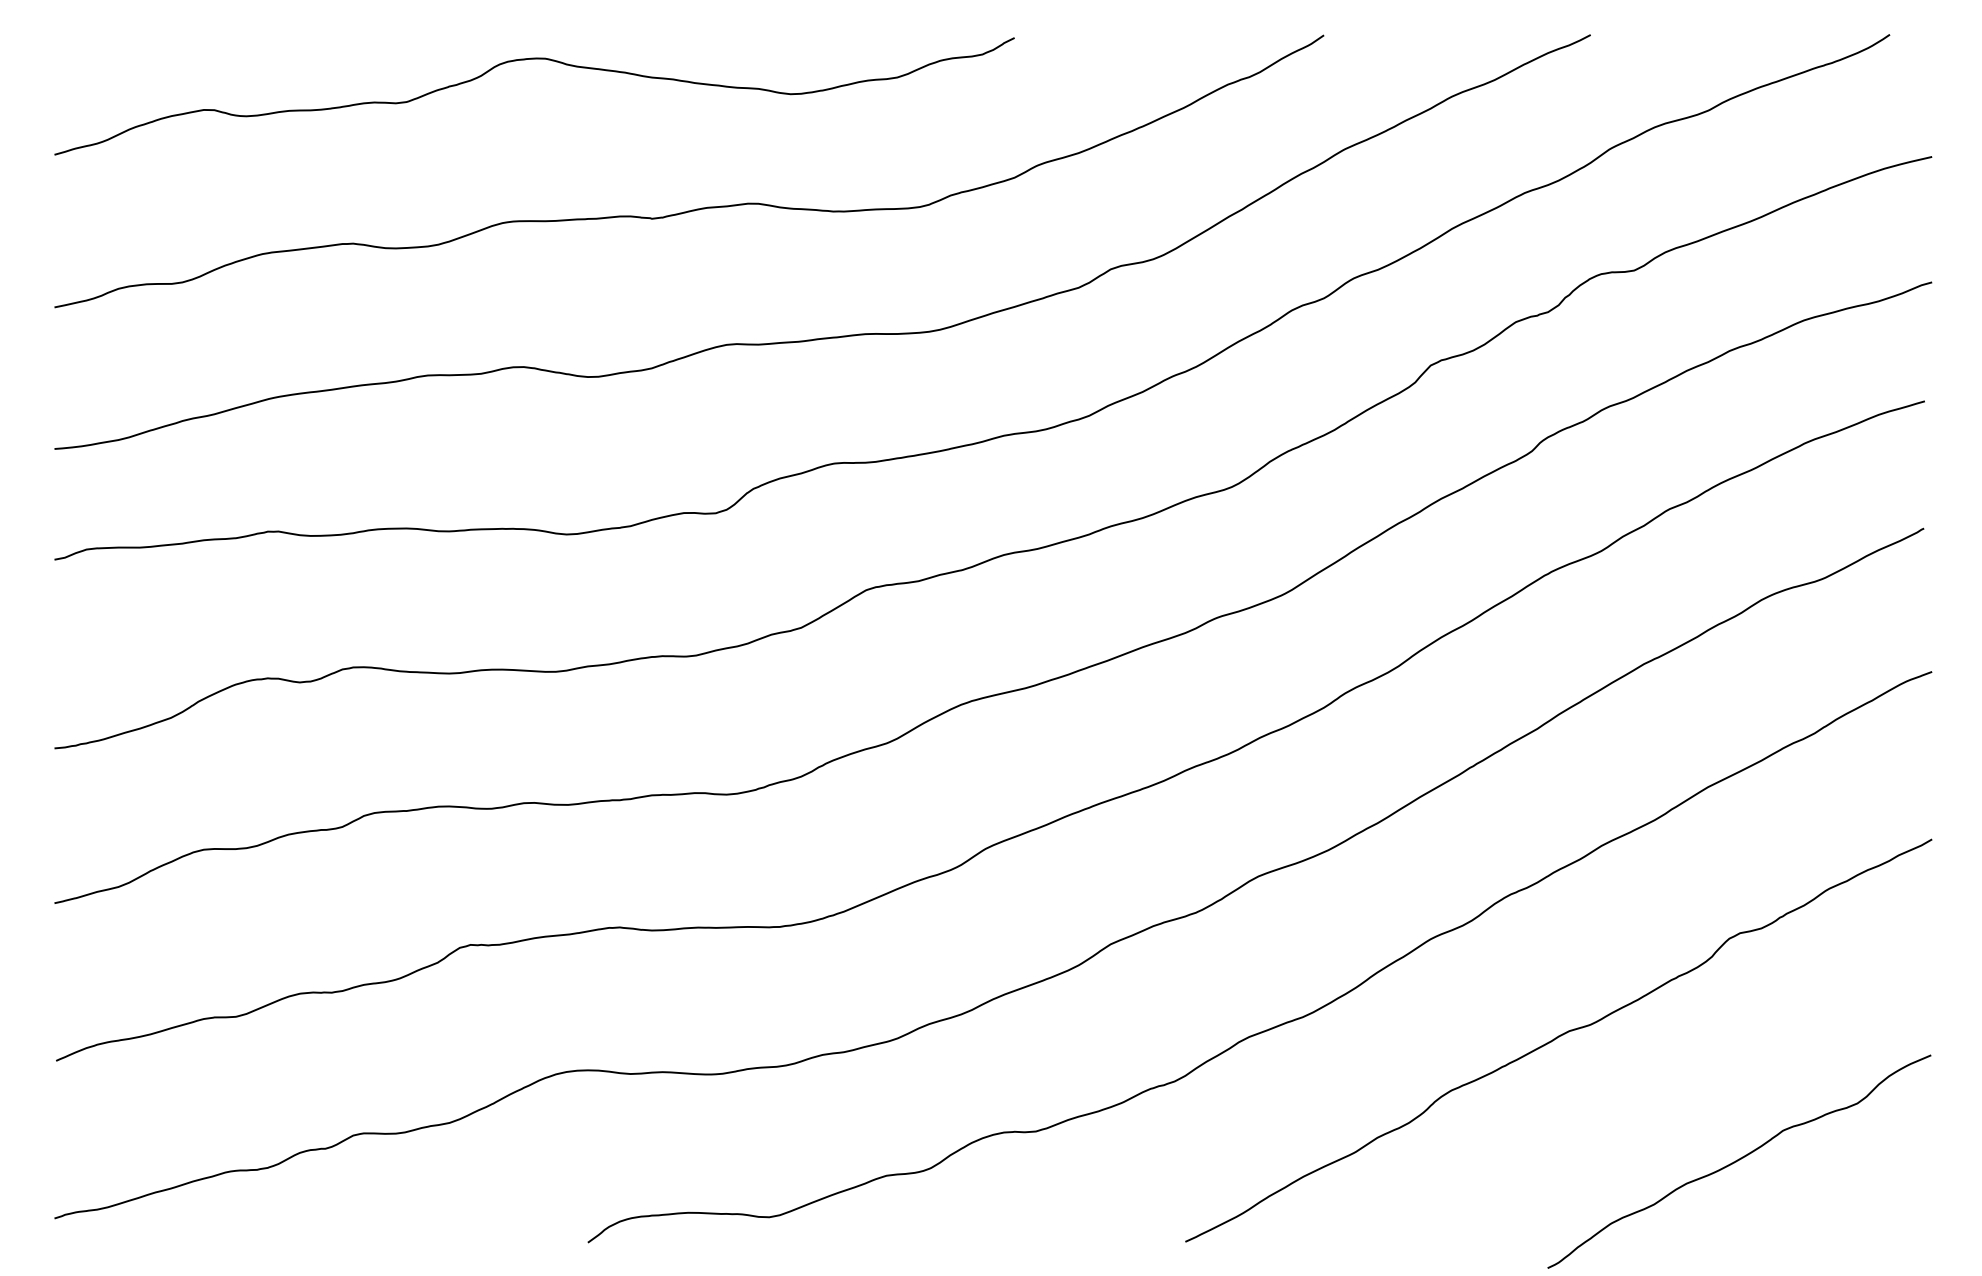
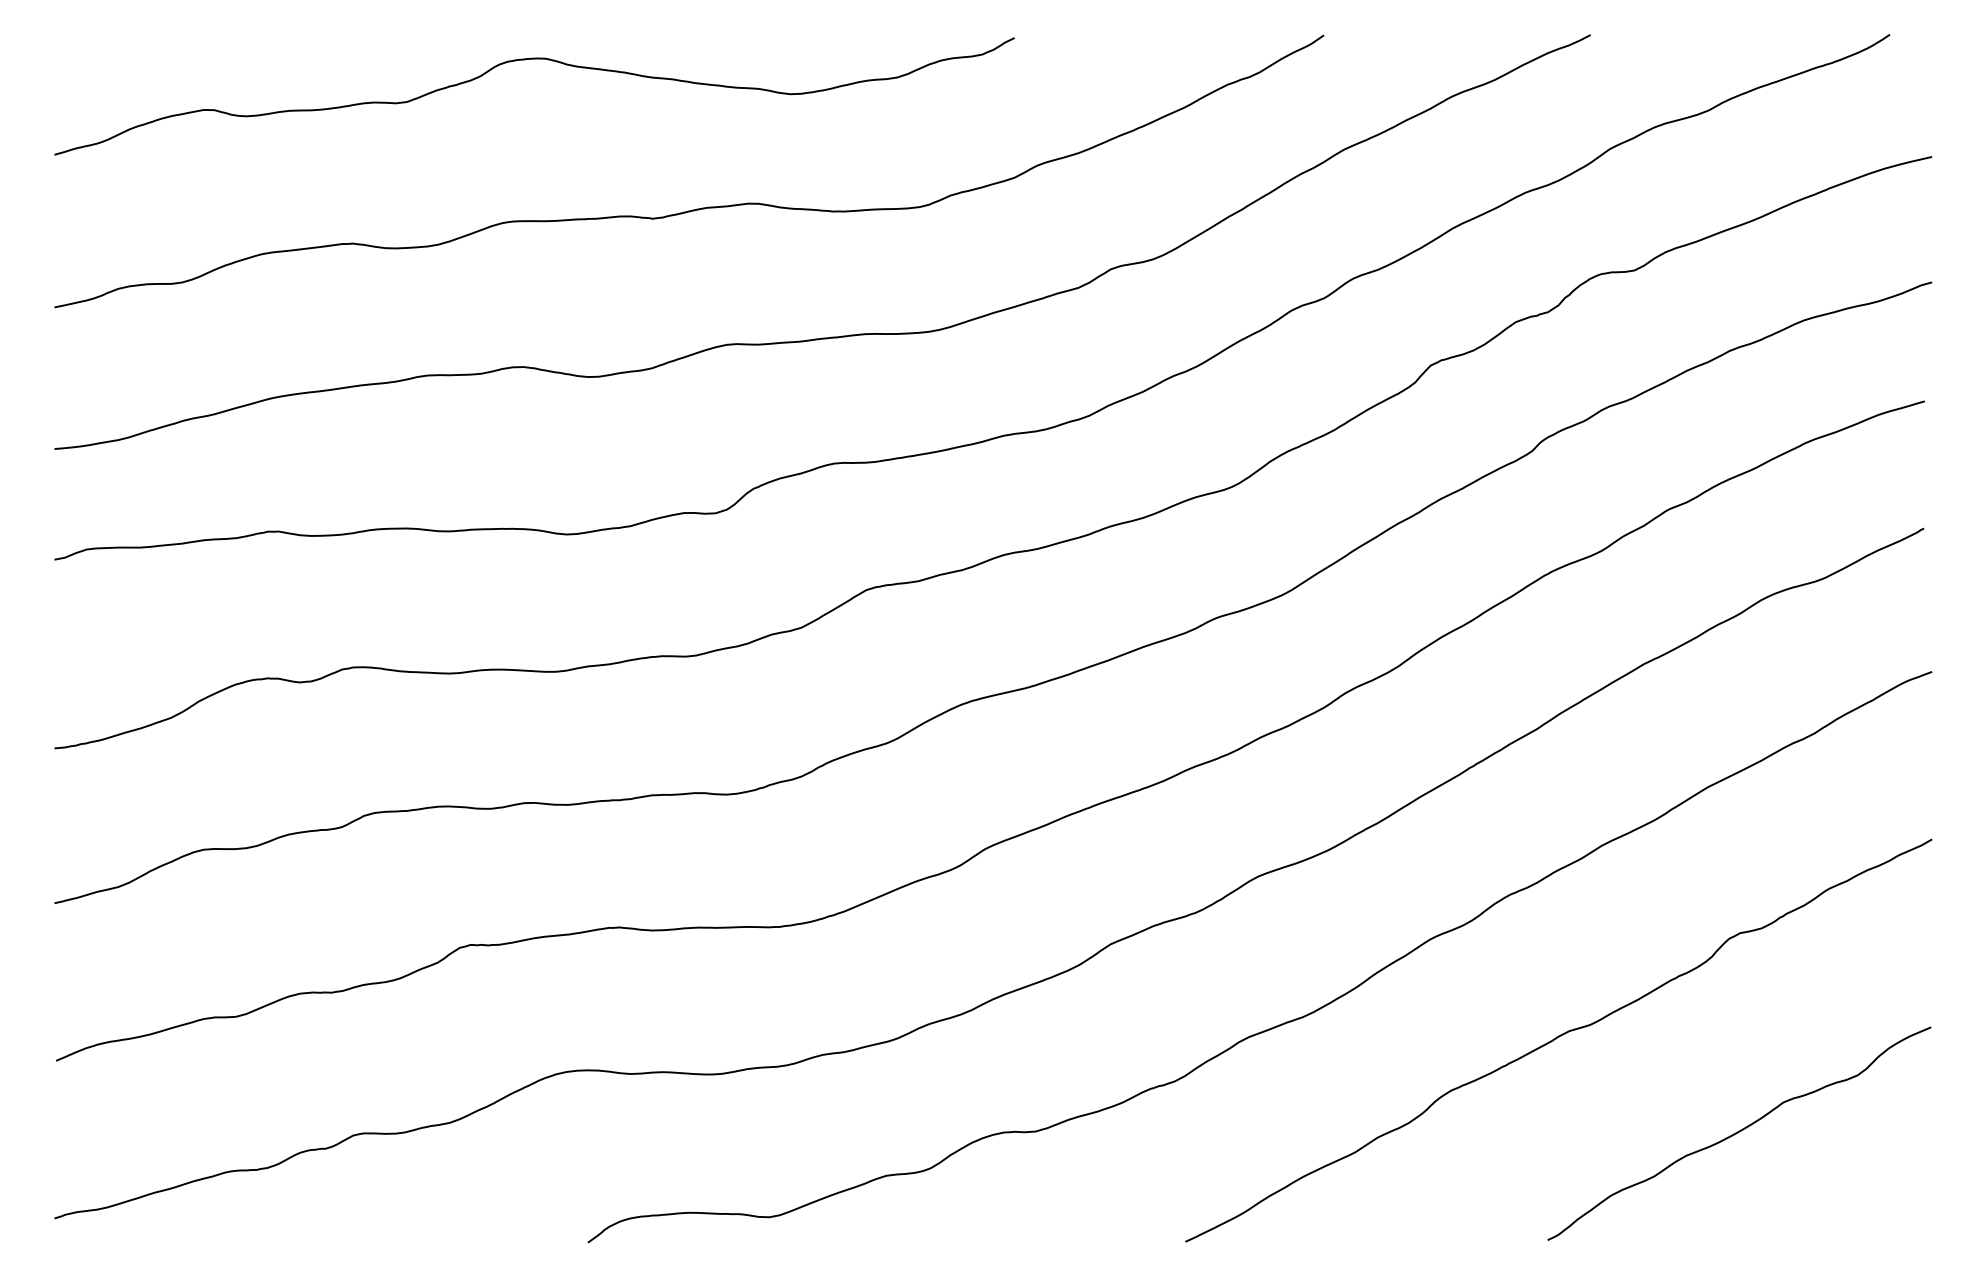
curve at (1739, 1160) position: (1739, 1160) -> (1739, 1132)
